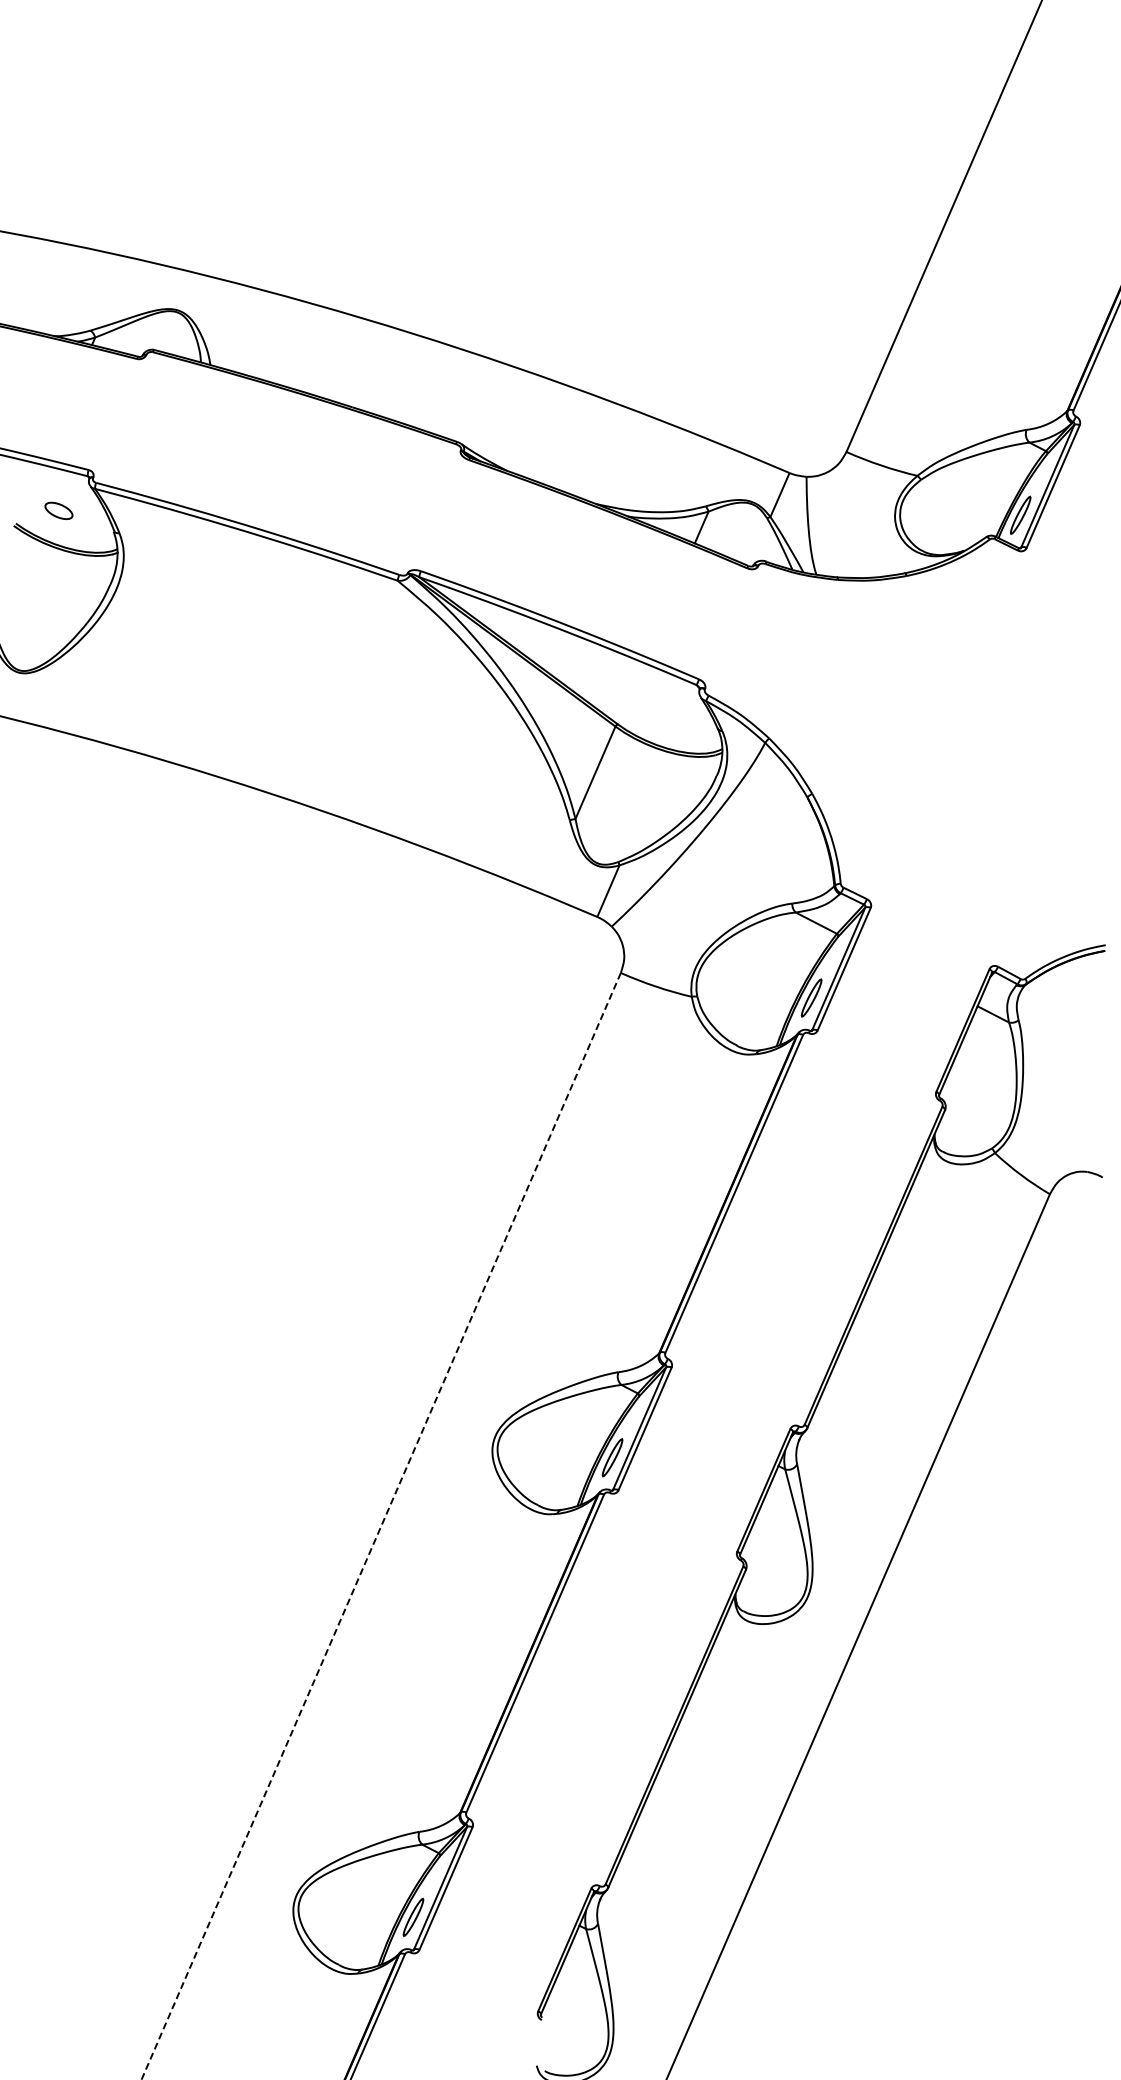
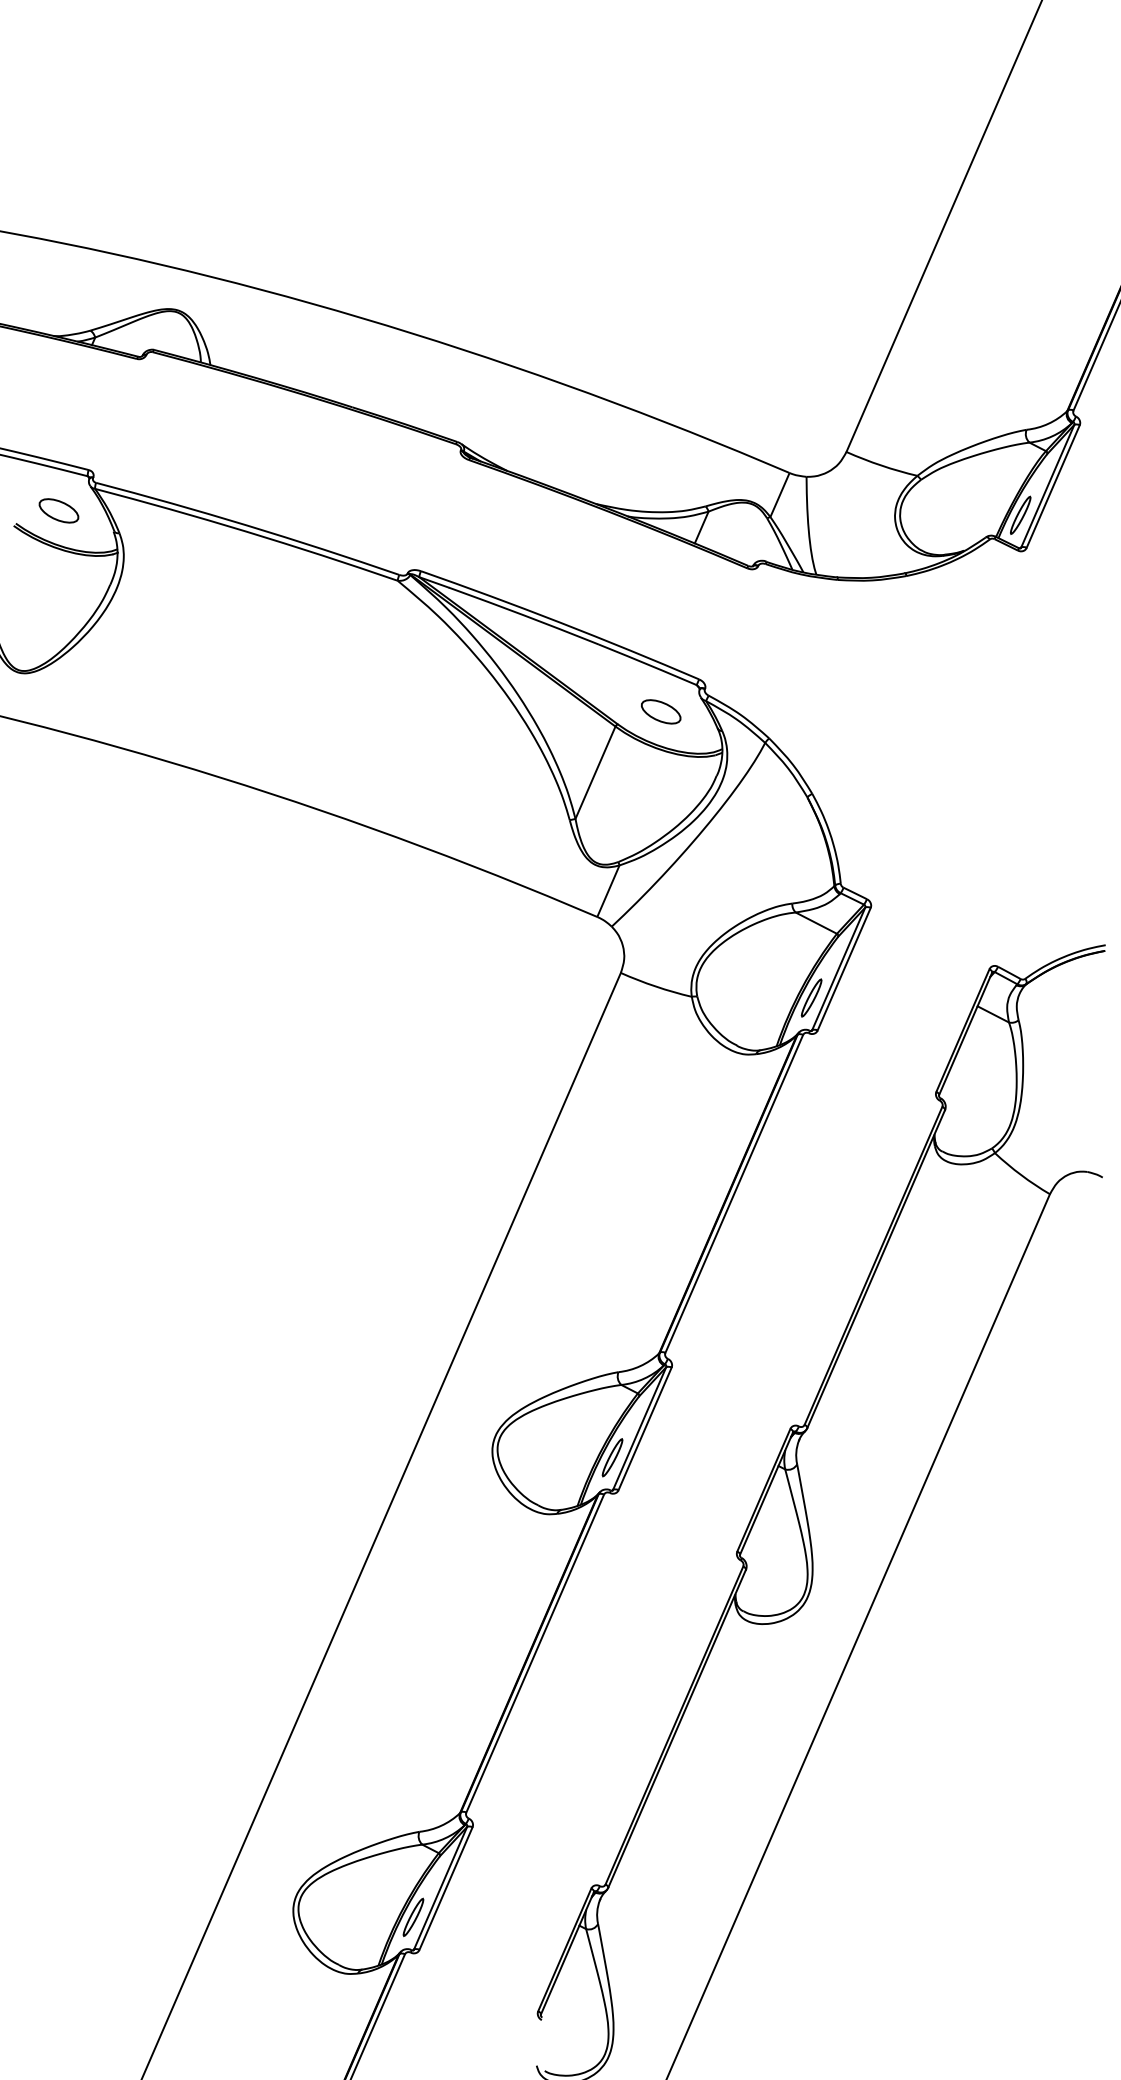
part at (58, 510) size: 30x19 px -> 42x26 px
part at (661, 711): none -> present
line at (380, 1526): dashed -> solid
